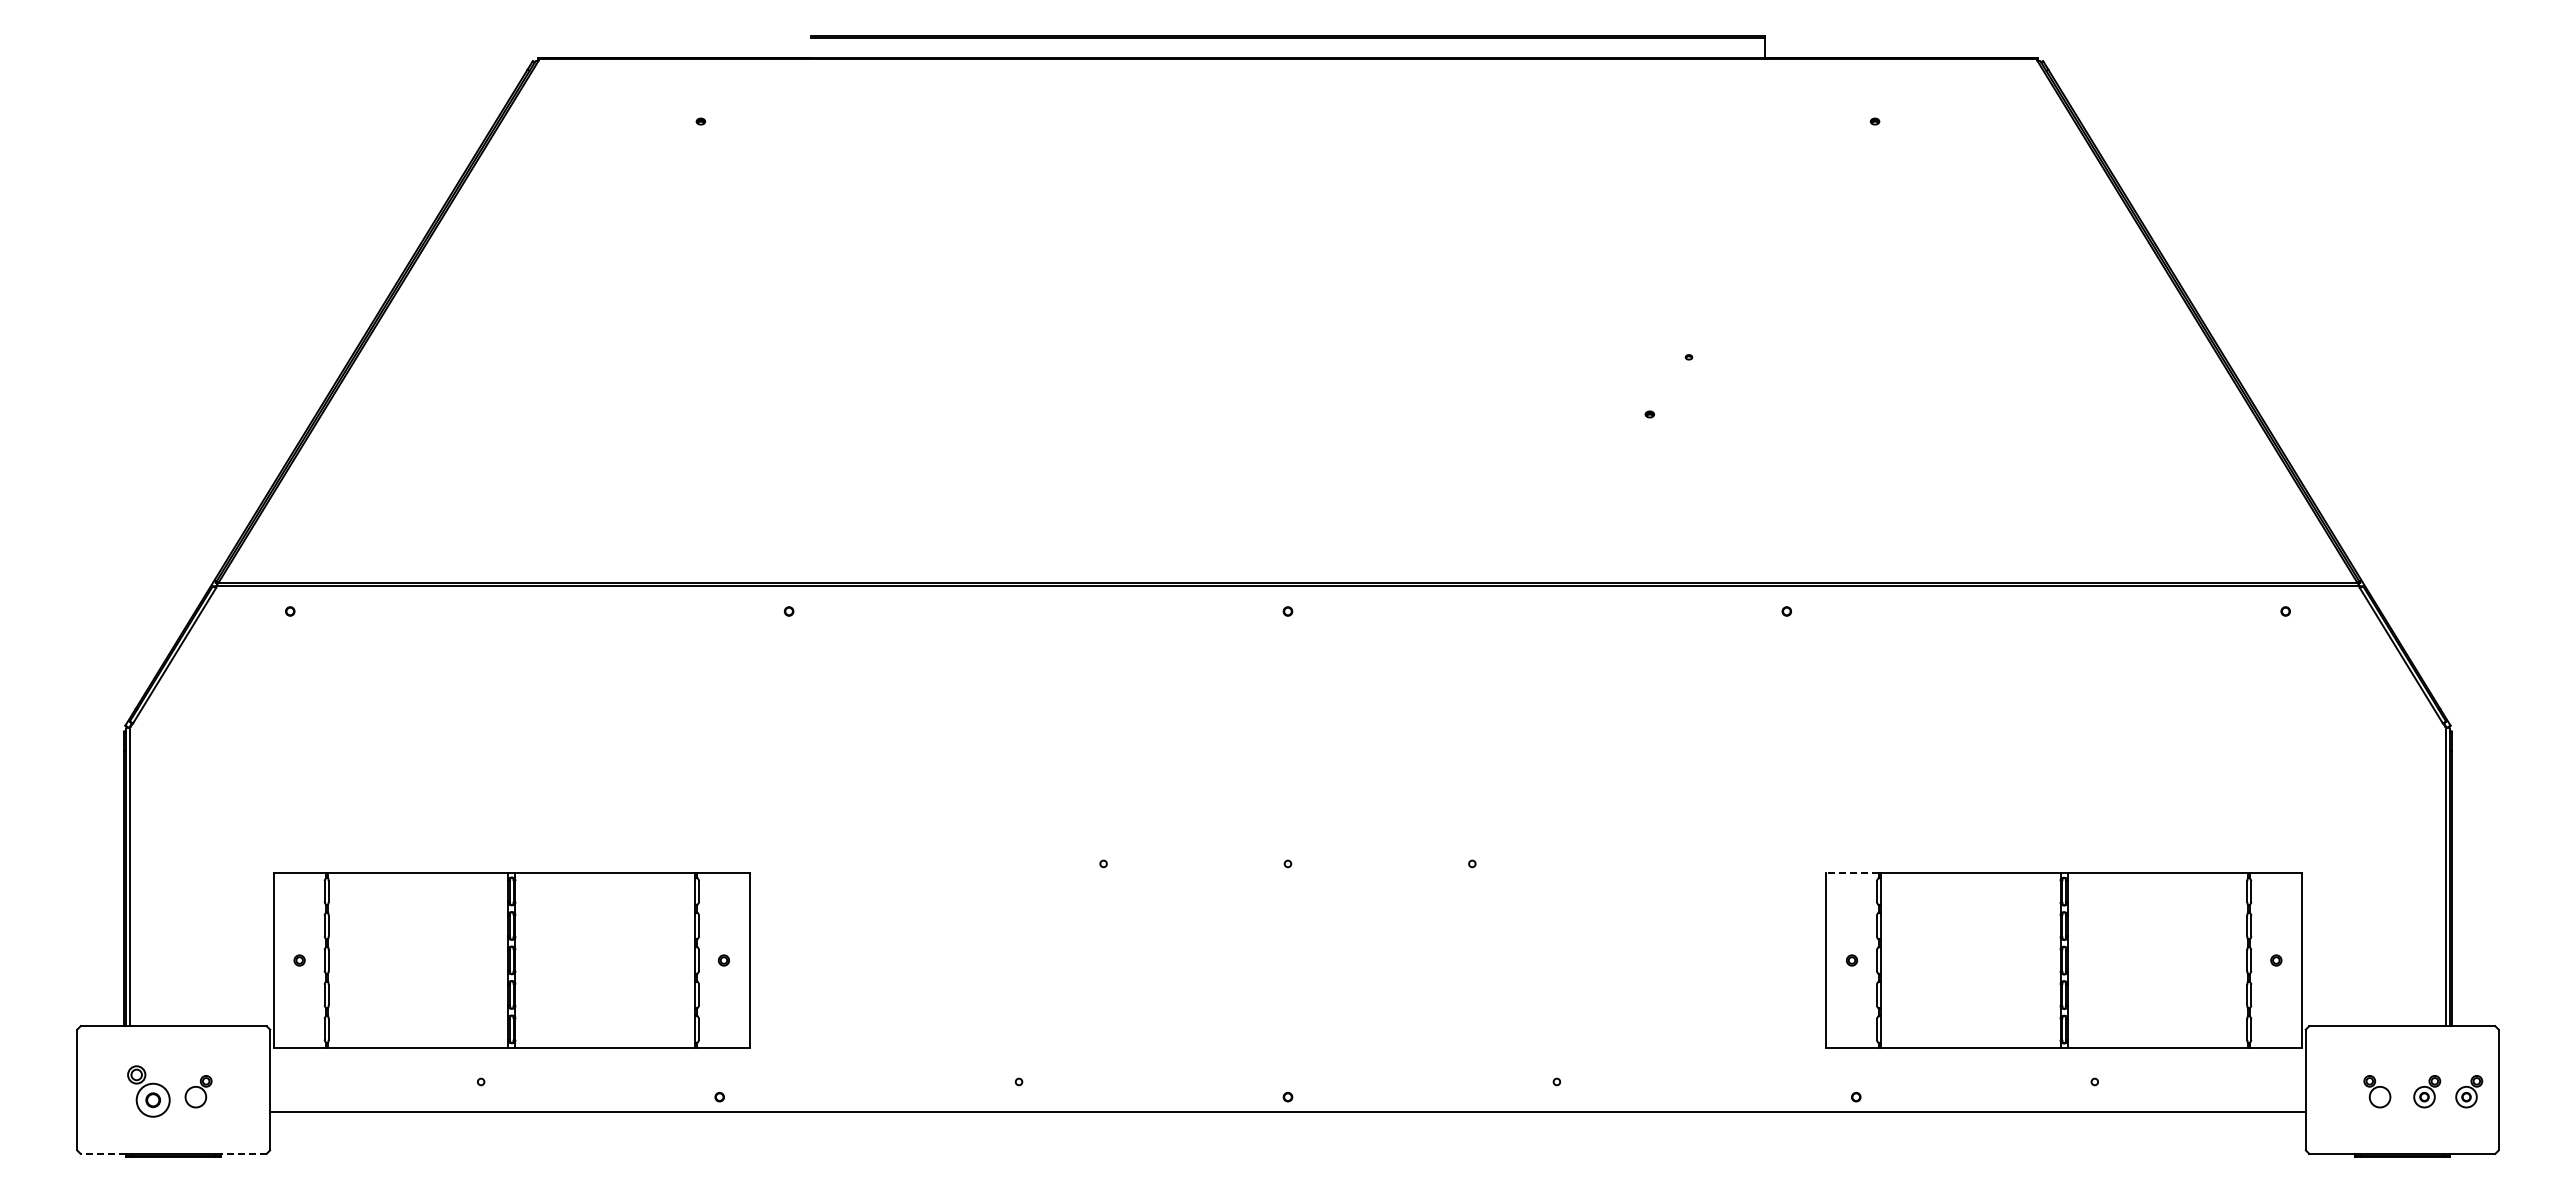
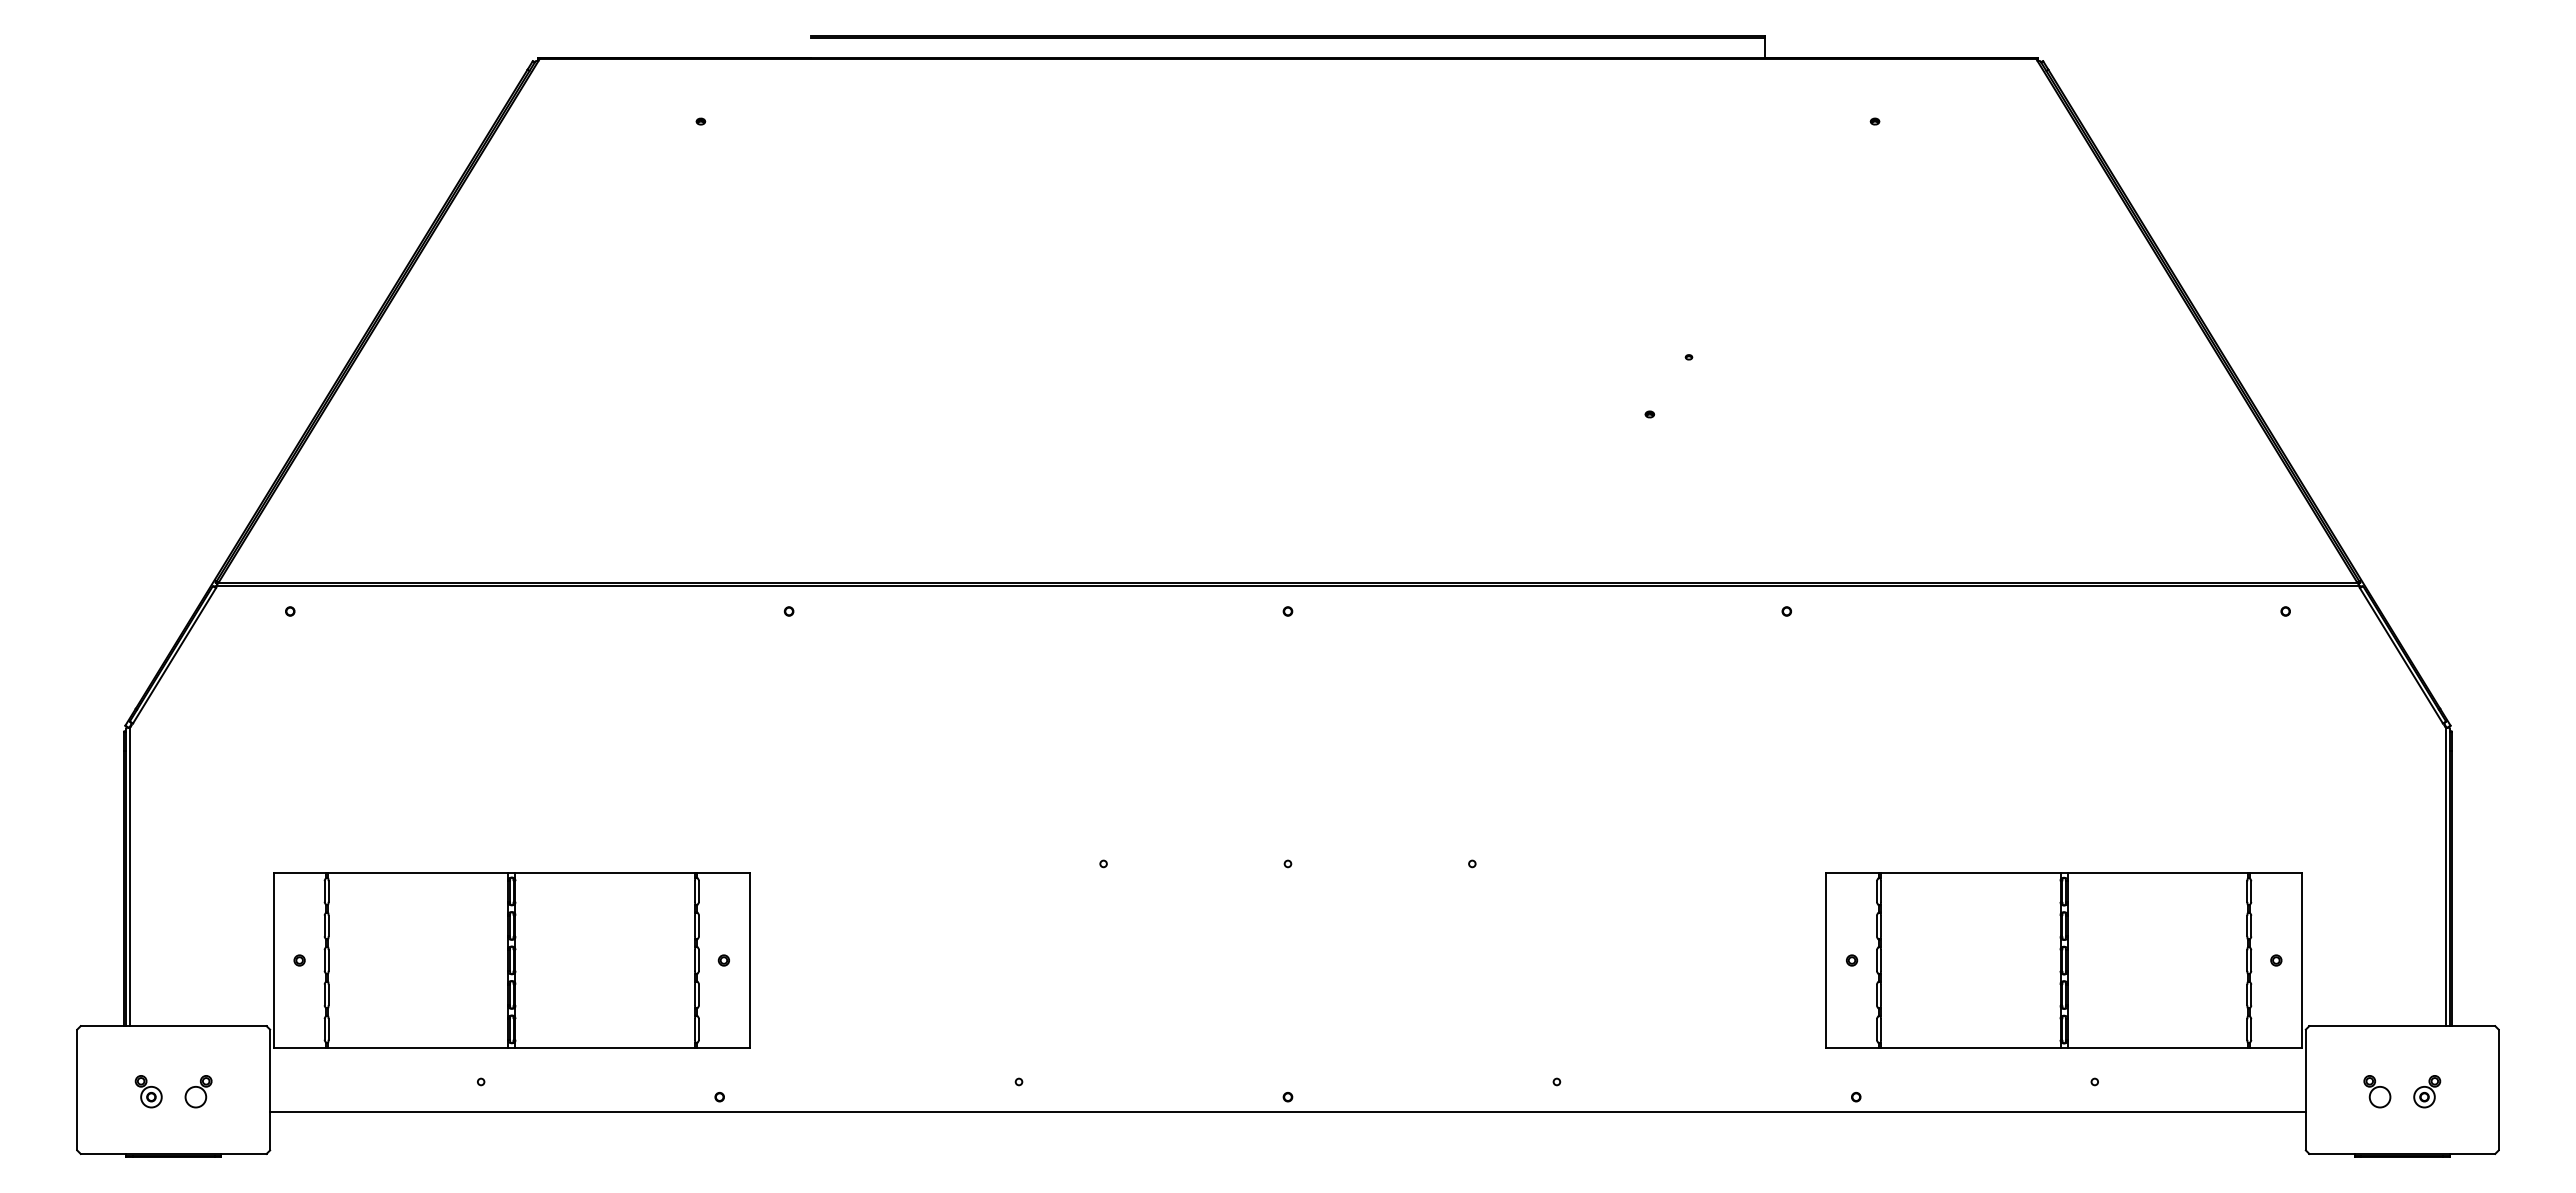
line at (1851, 872): dashed -> solid
part at (148, 1091) size: 44x53 px -> 29x34 px
part at (2469, 1091): present -> none
line at (103, 1153): dashed -> solid
line at (243, 1153): dashed -> solid
